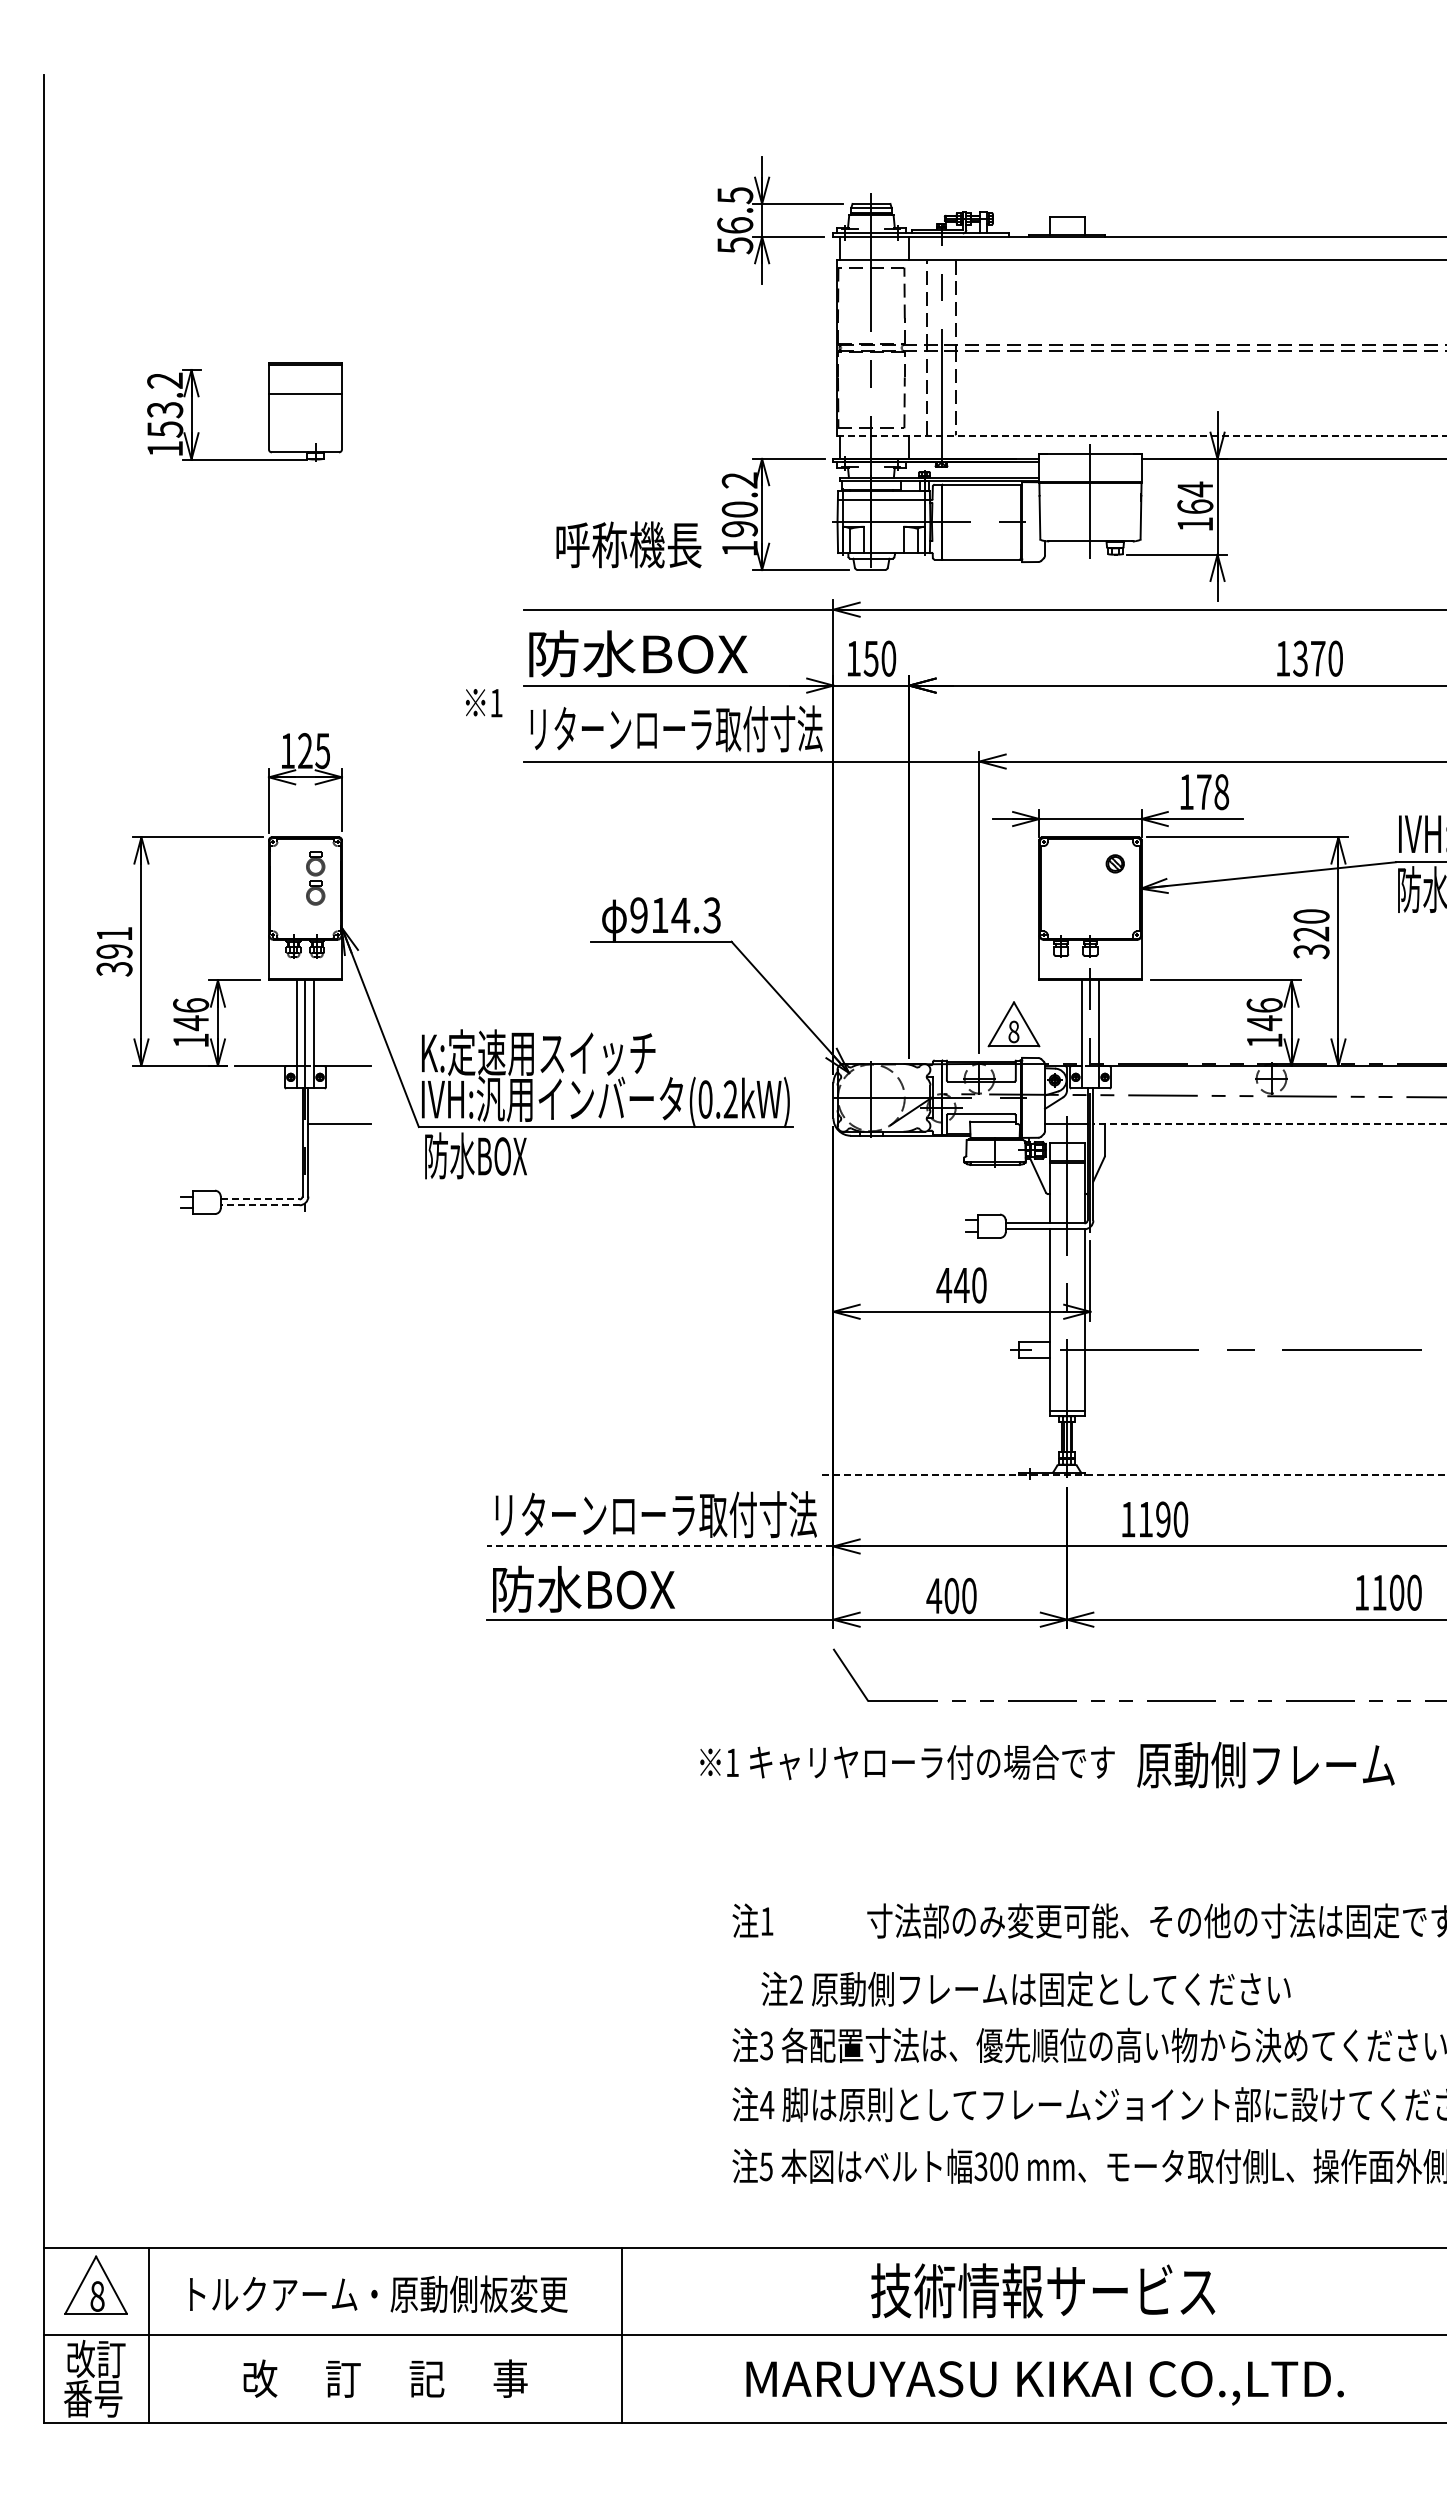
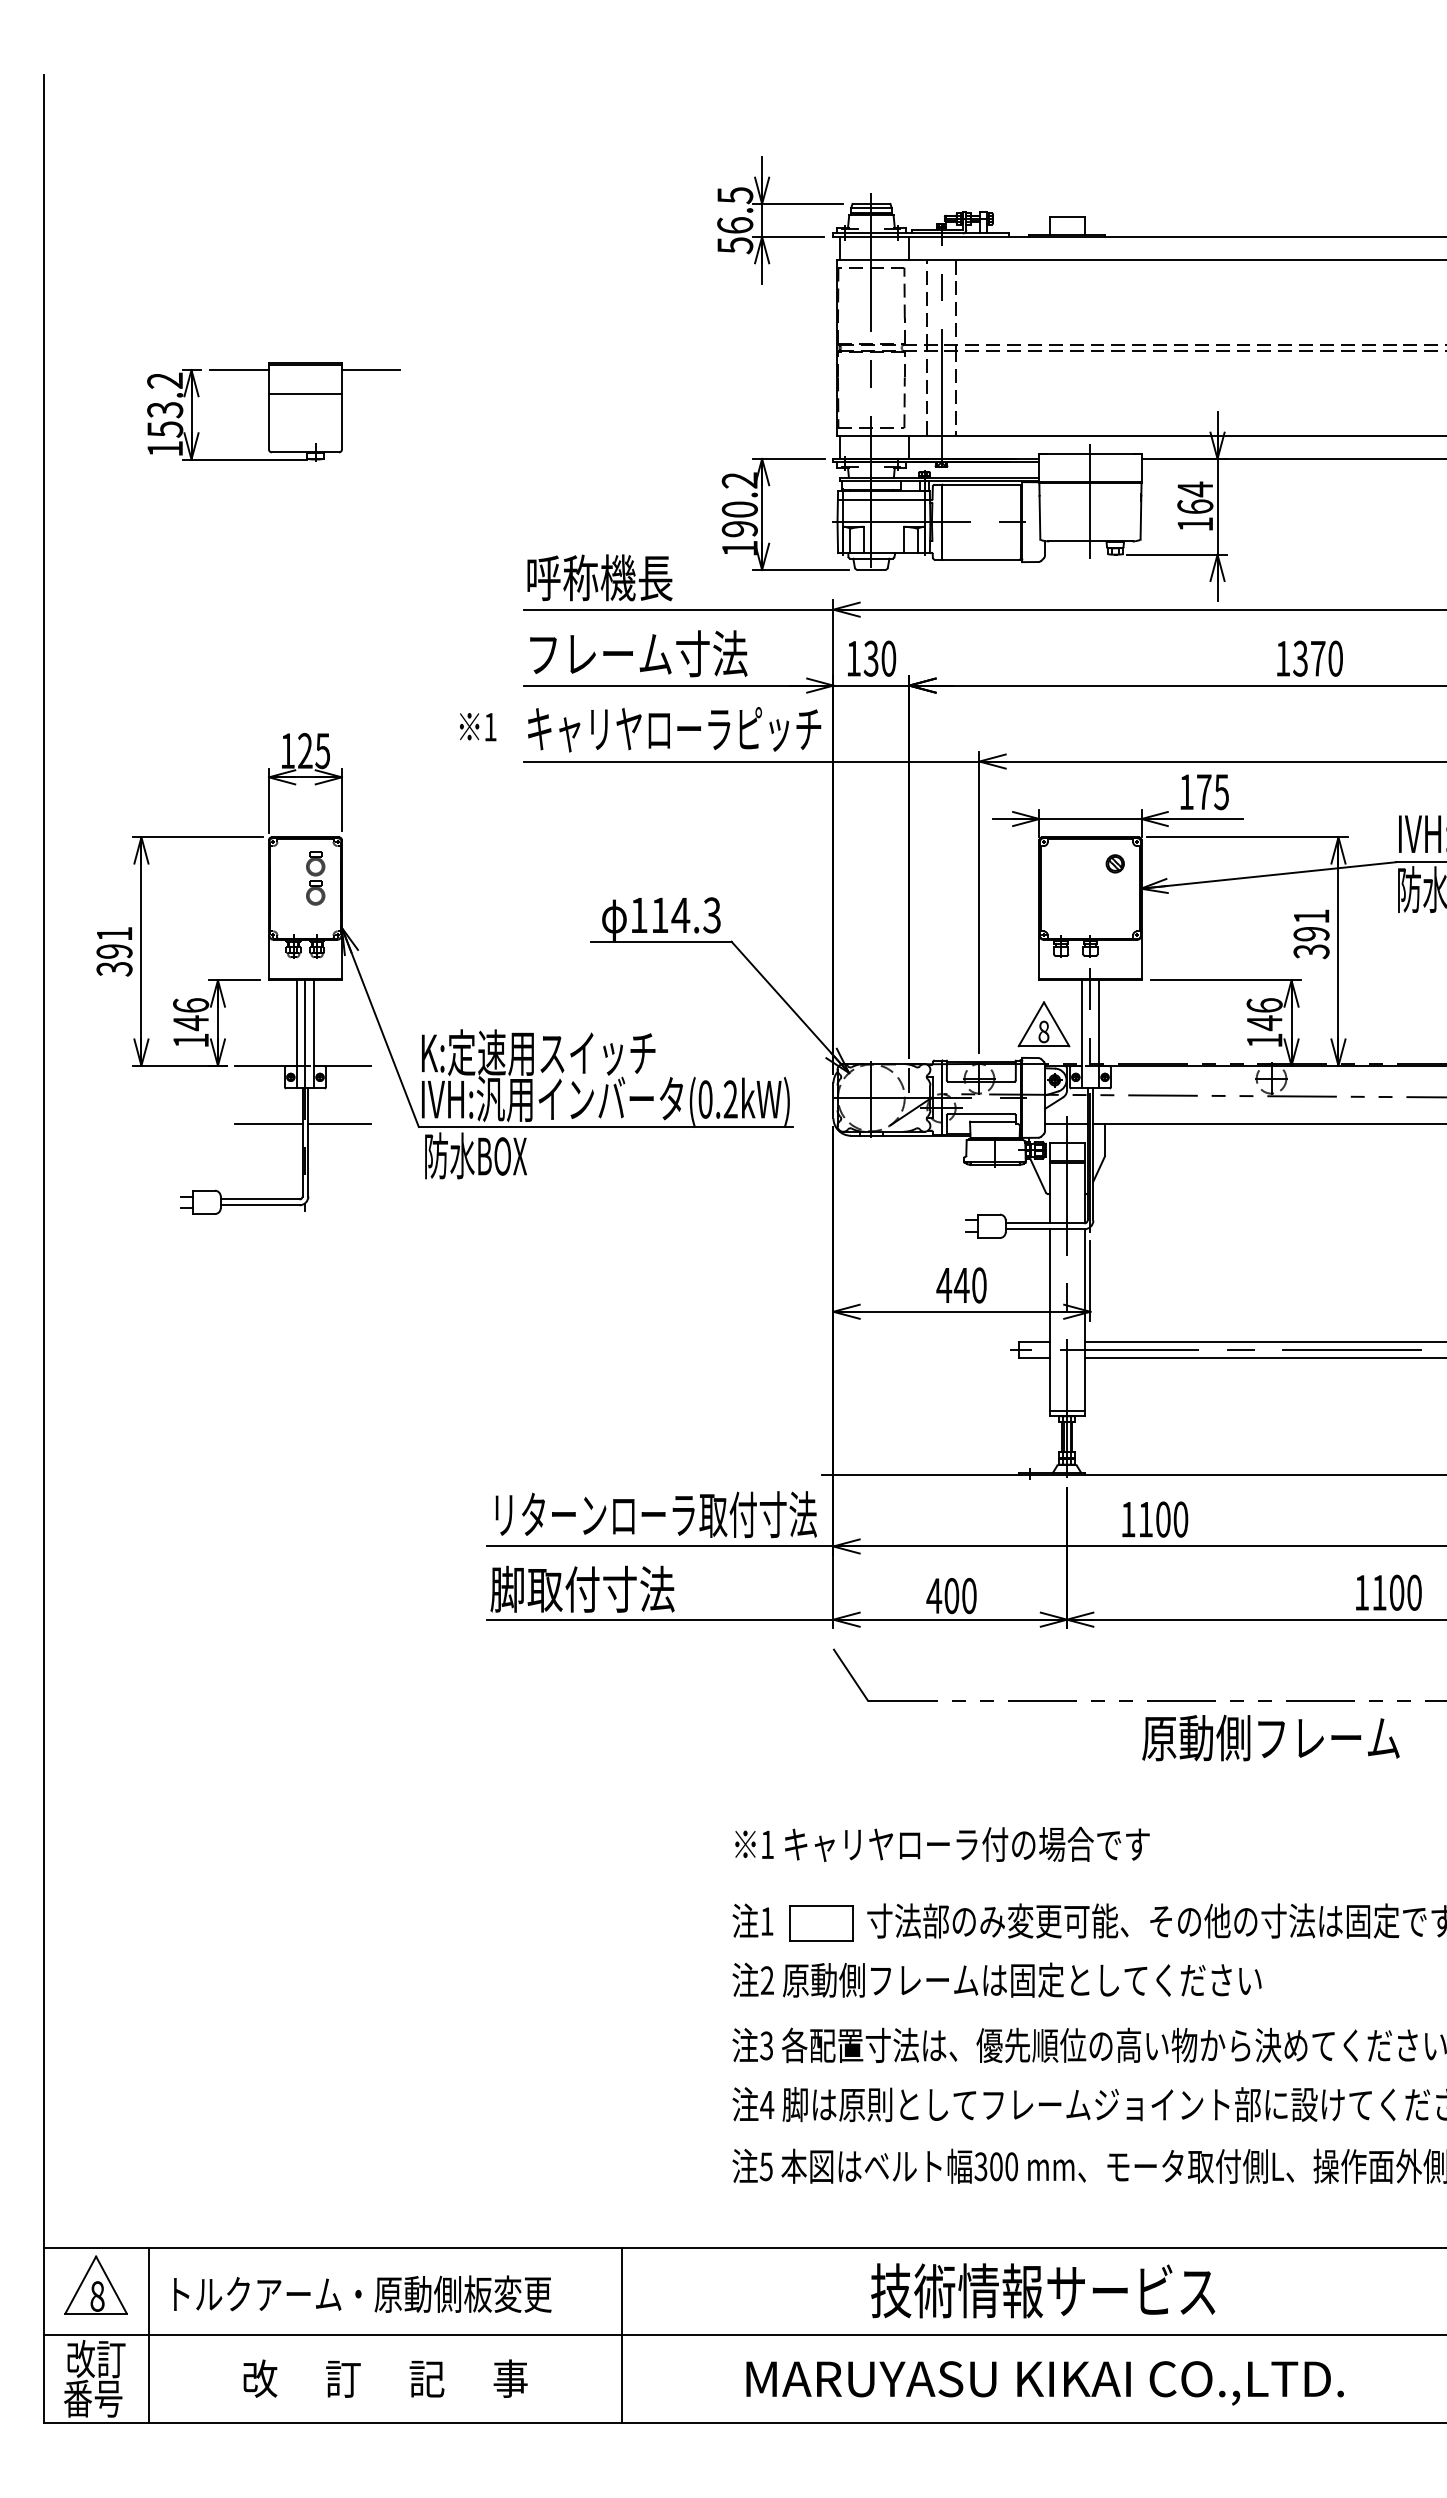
line at (239, 370): none -> present
line at (370, 370): none -> present
line at (1142, 435): dashed -> solid
text at (628, 544) position: (628, 544) -> (599, 577)
text at (638, 653): 防水BOX -> フレーム寸法
text at (870, 658): 150 -> 130
text at (484, 703) position: (484, 703) -> (478, 727)
text at (675, 728): リターンローラ取付寸法 -> キャリヤローラピッチ
text at (1221, 792): 178 -> 175
text at (638, 915): 914.3 -> 114.3
text at (1311, 925): 320 -> 391
part at (1013, 1024) position: (1013, 1024) -> (1043, 1024)
line at (909, 1079): none -> present
line at (268, 1124): none -> present
line at (1269, 1124): dashed -> solid
line at (260, 1199): dashed -> solid
line at (259, 1205): dashed -> solid
line at (1263, 1341): none -> present
line at (1263, 1357): none -> present
line at (1134, 1474): dashed -> solid
text at (1163, 1519): 1190 -> 1100
line at (659, 1546): dashed -> solid
text at (582, 1588): 防水BOX -> 脚取付寸法
text at (907, 1762) position: (907, 1762) -> (942, 1844)
text at (1265, 1764) position: (1265, 1764) -> (1270, 1737)
part at (821, 1923): none -> present
text at (1025, 1988) position: (1025, 1988) -> (996, 1979)
text at (378, 2293) position: (378, 2293) -> (362, 2293)
